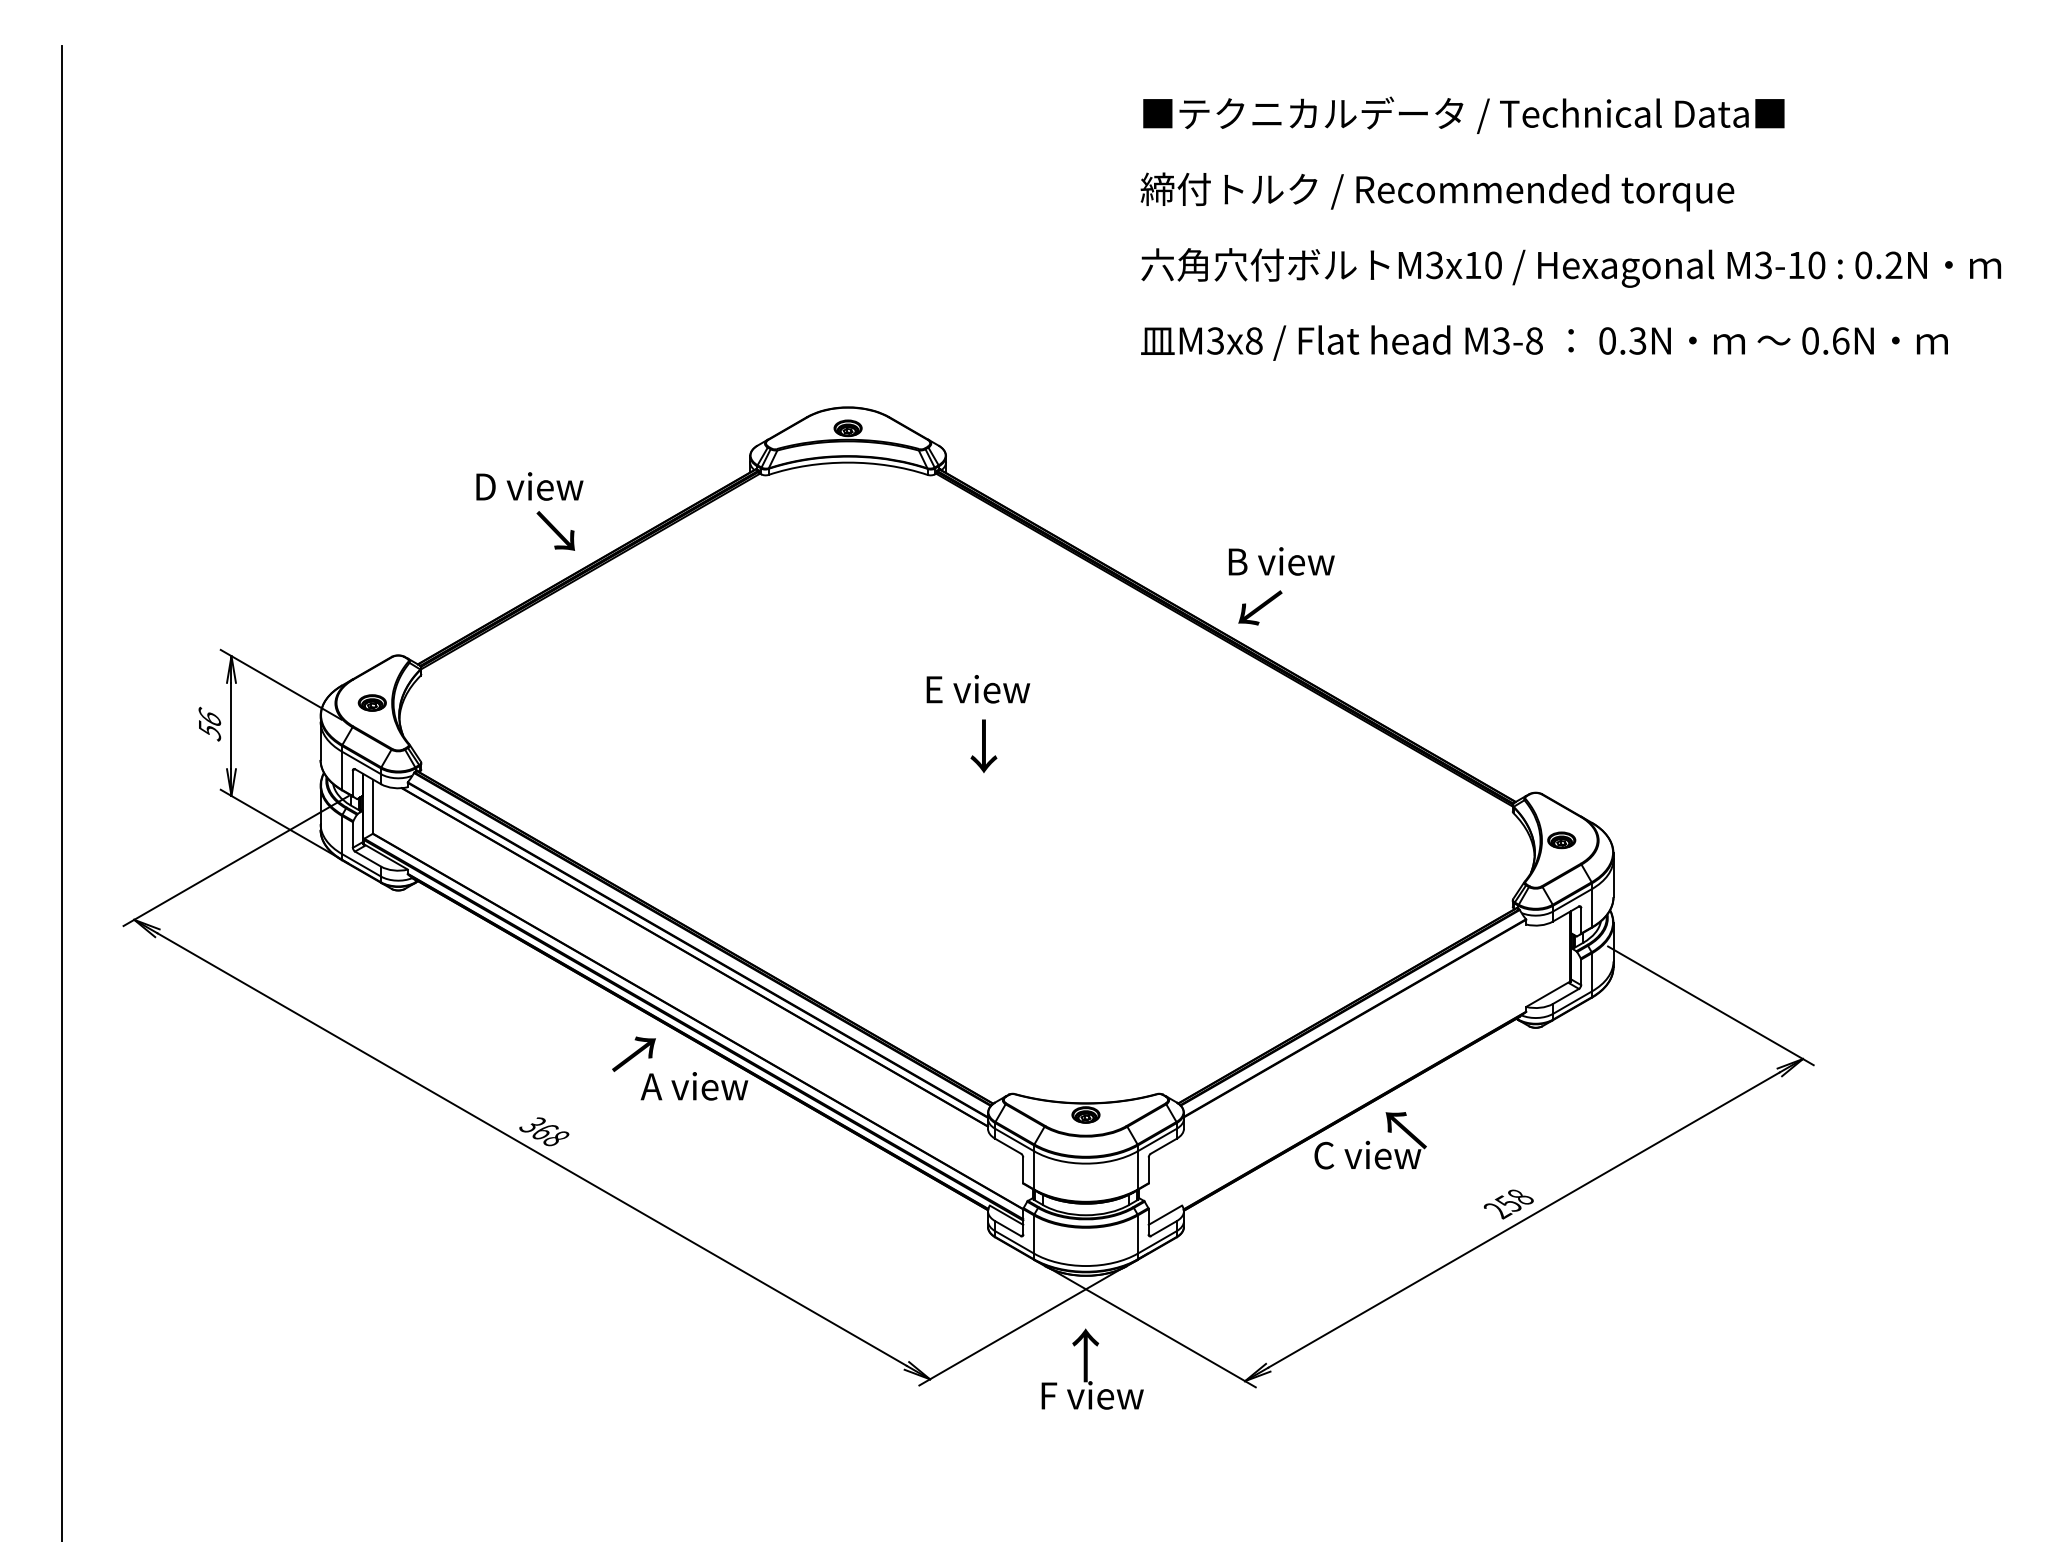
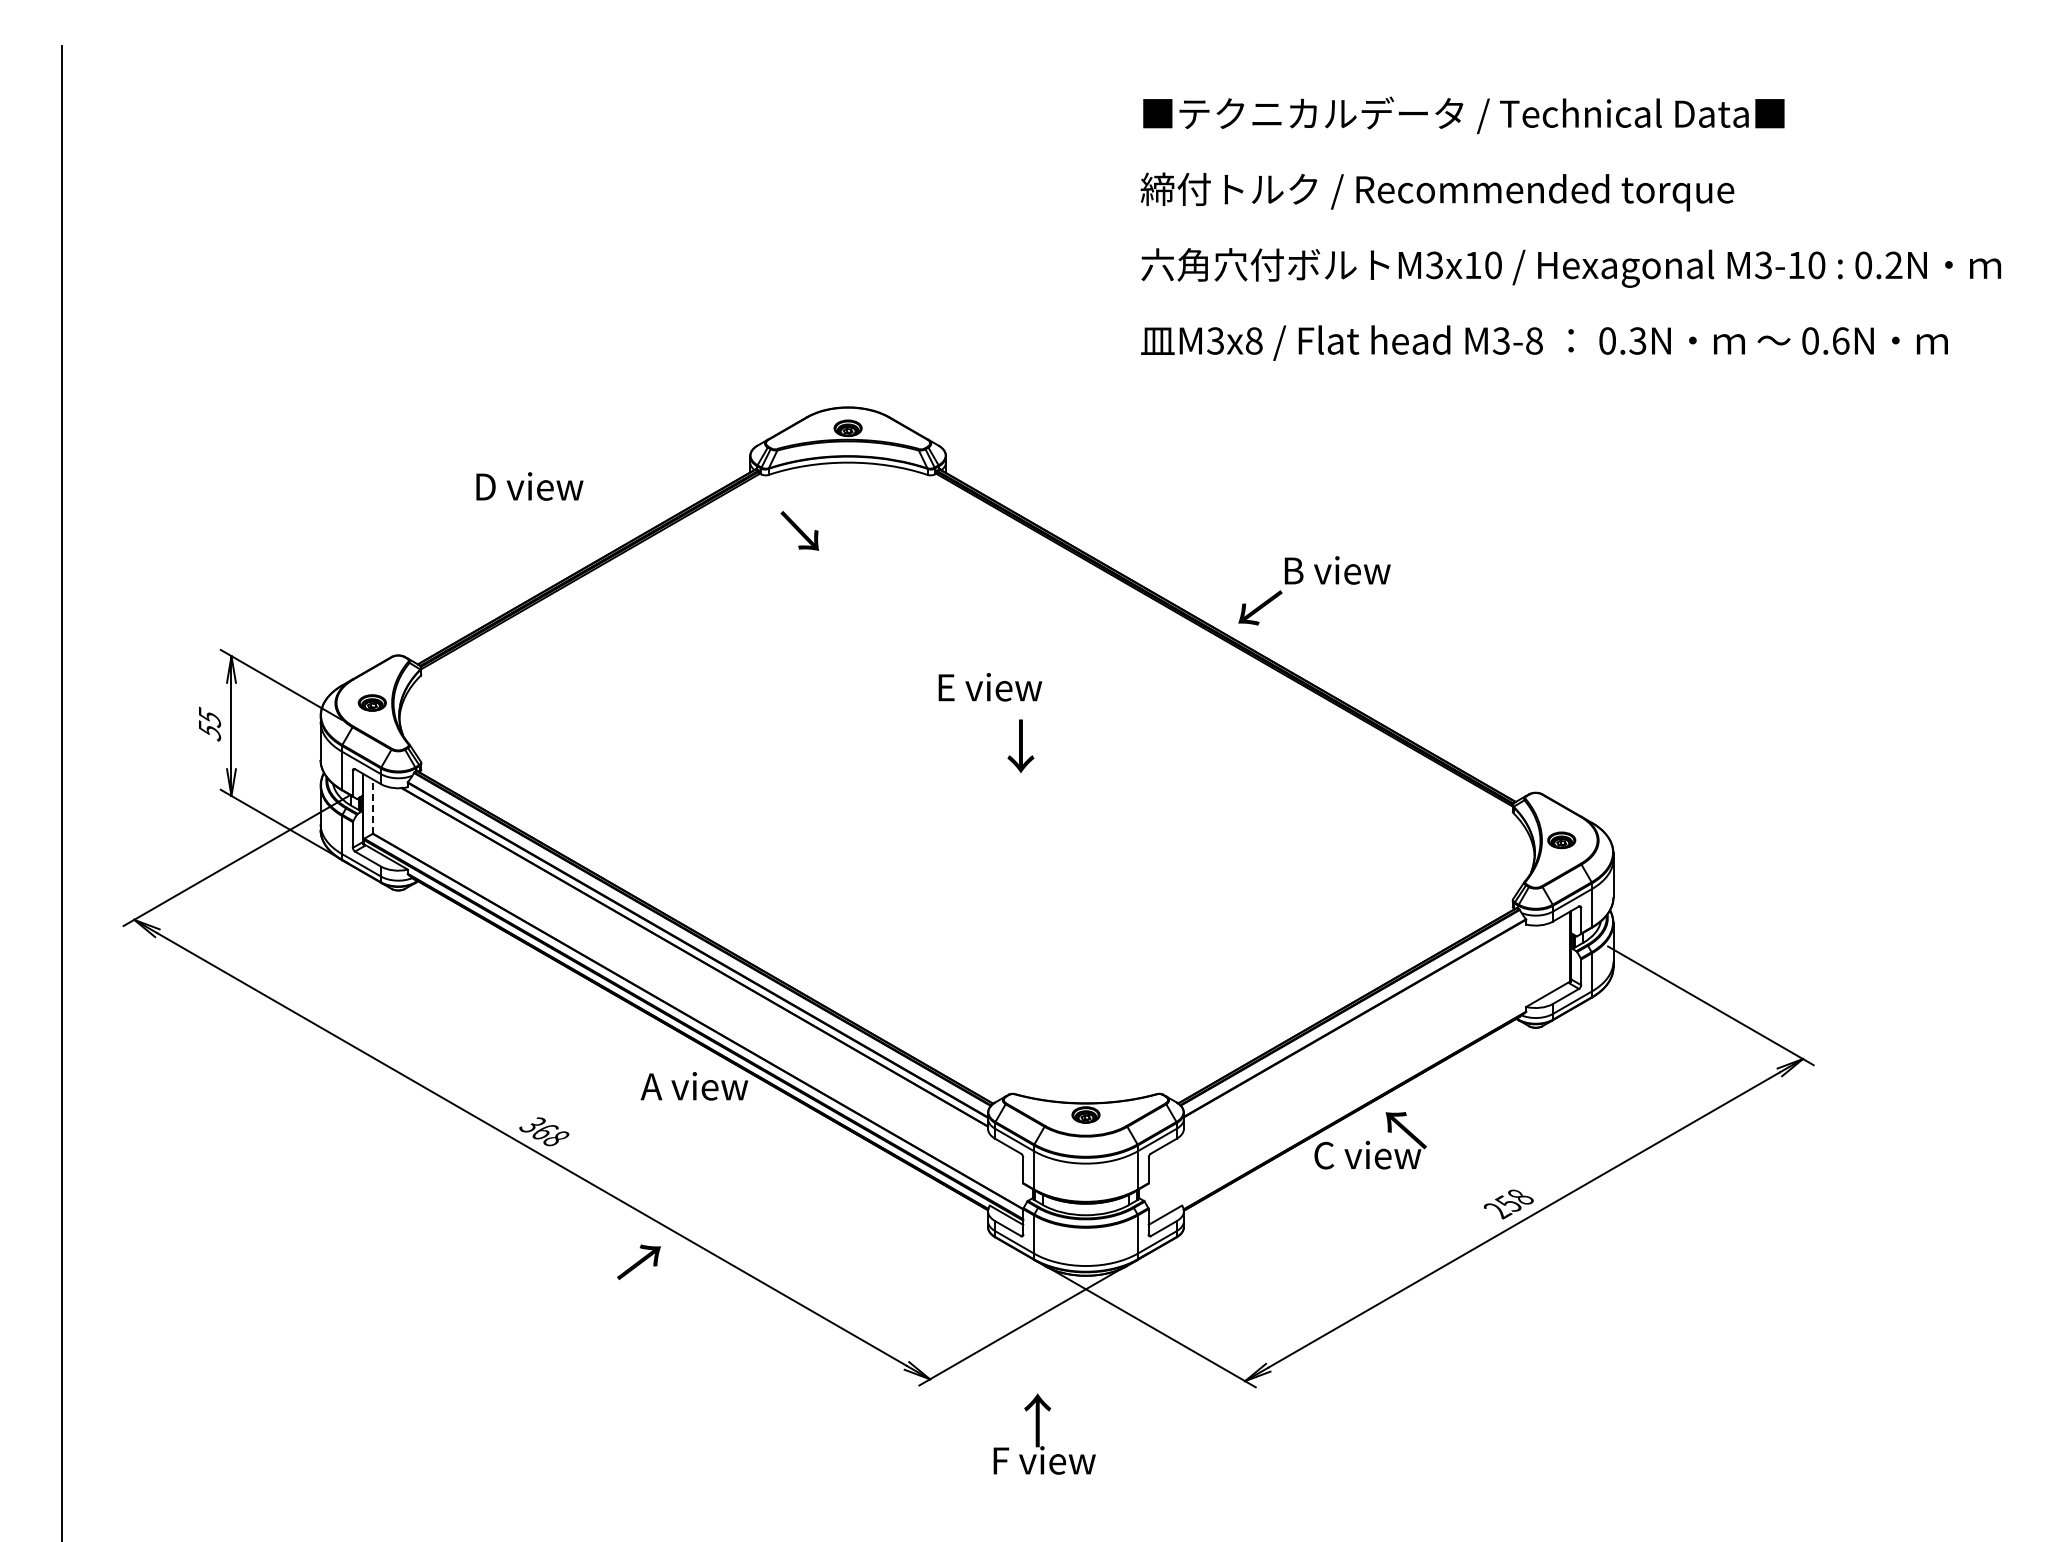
text at (555, 530) position: (555, 530) -> (799, 530)
text at (1281, 561) position: (1281, 561) -> (1337, 570)
text at (978, 689) position: (978, 689) -> (990, 687)
text at (209, 717): 56 -> 55
text at (983, 745) position: (983, 745) -> (1020, 745)
line at (373, 806): solid -> dashed
text at (633, 1053) position: (633, 1053) -> (638, 1261)
text at (1092, 1368) position: (1092, 1368) -> (1044, 1433)
